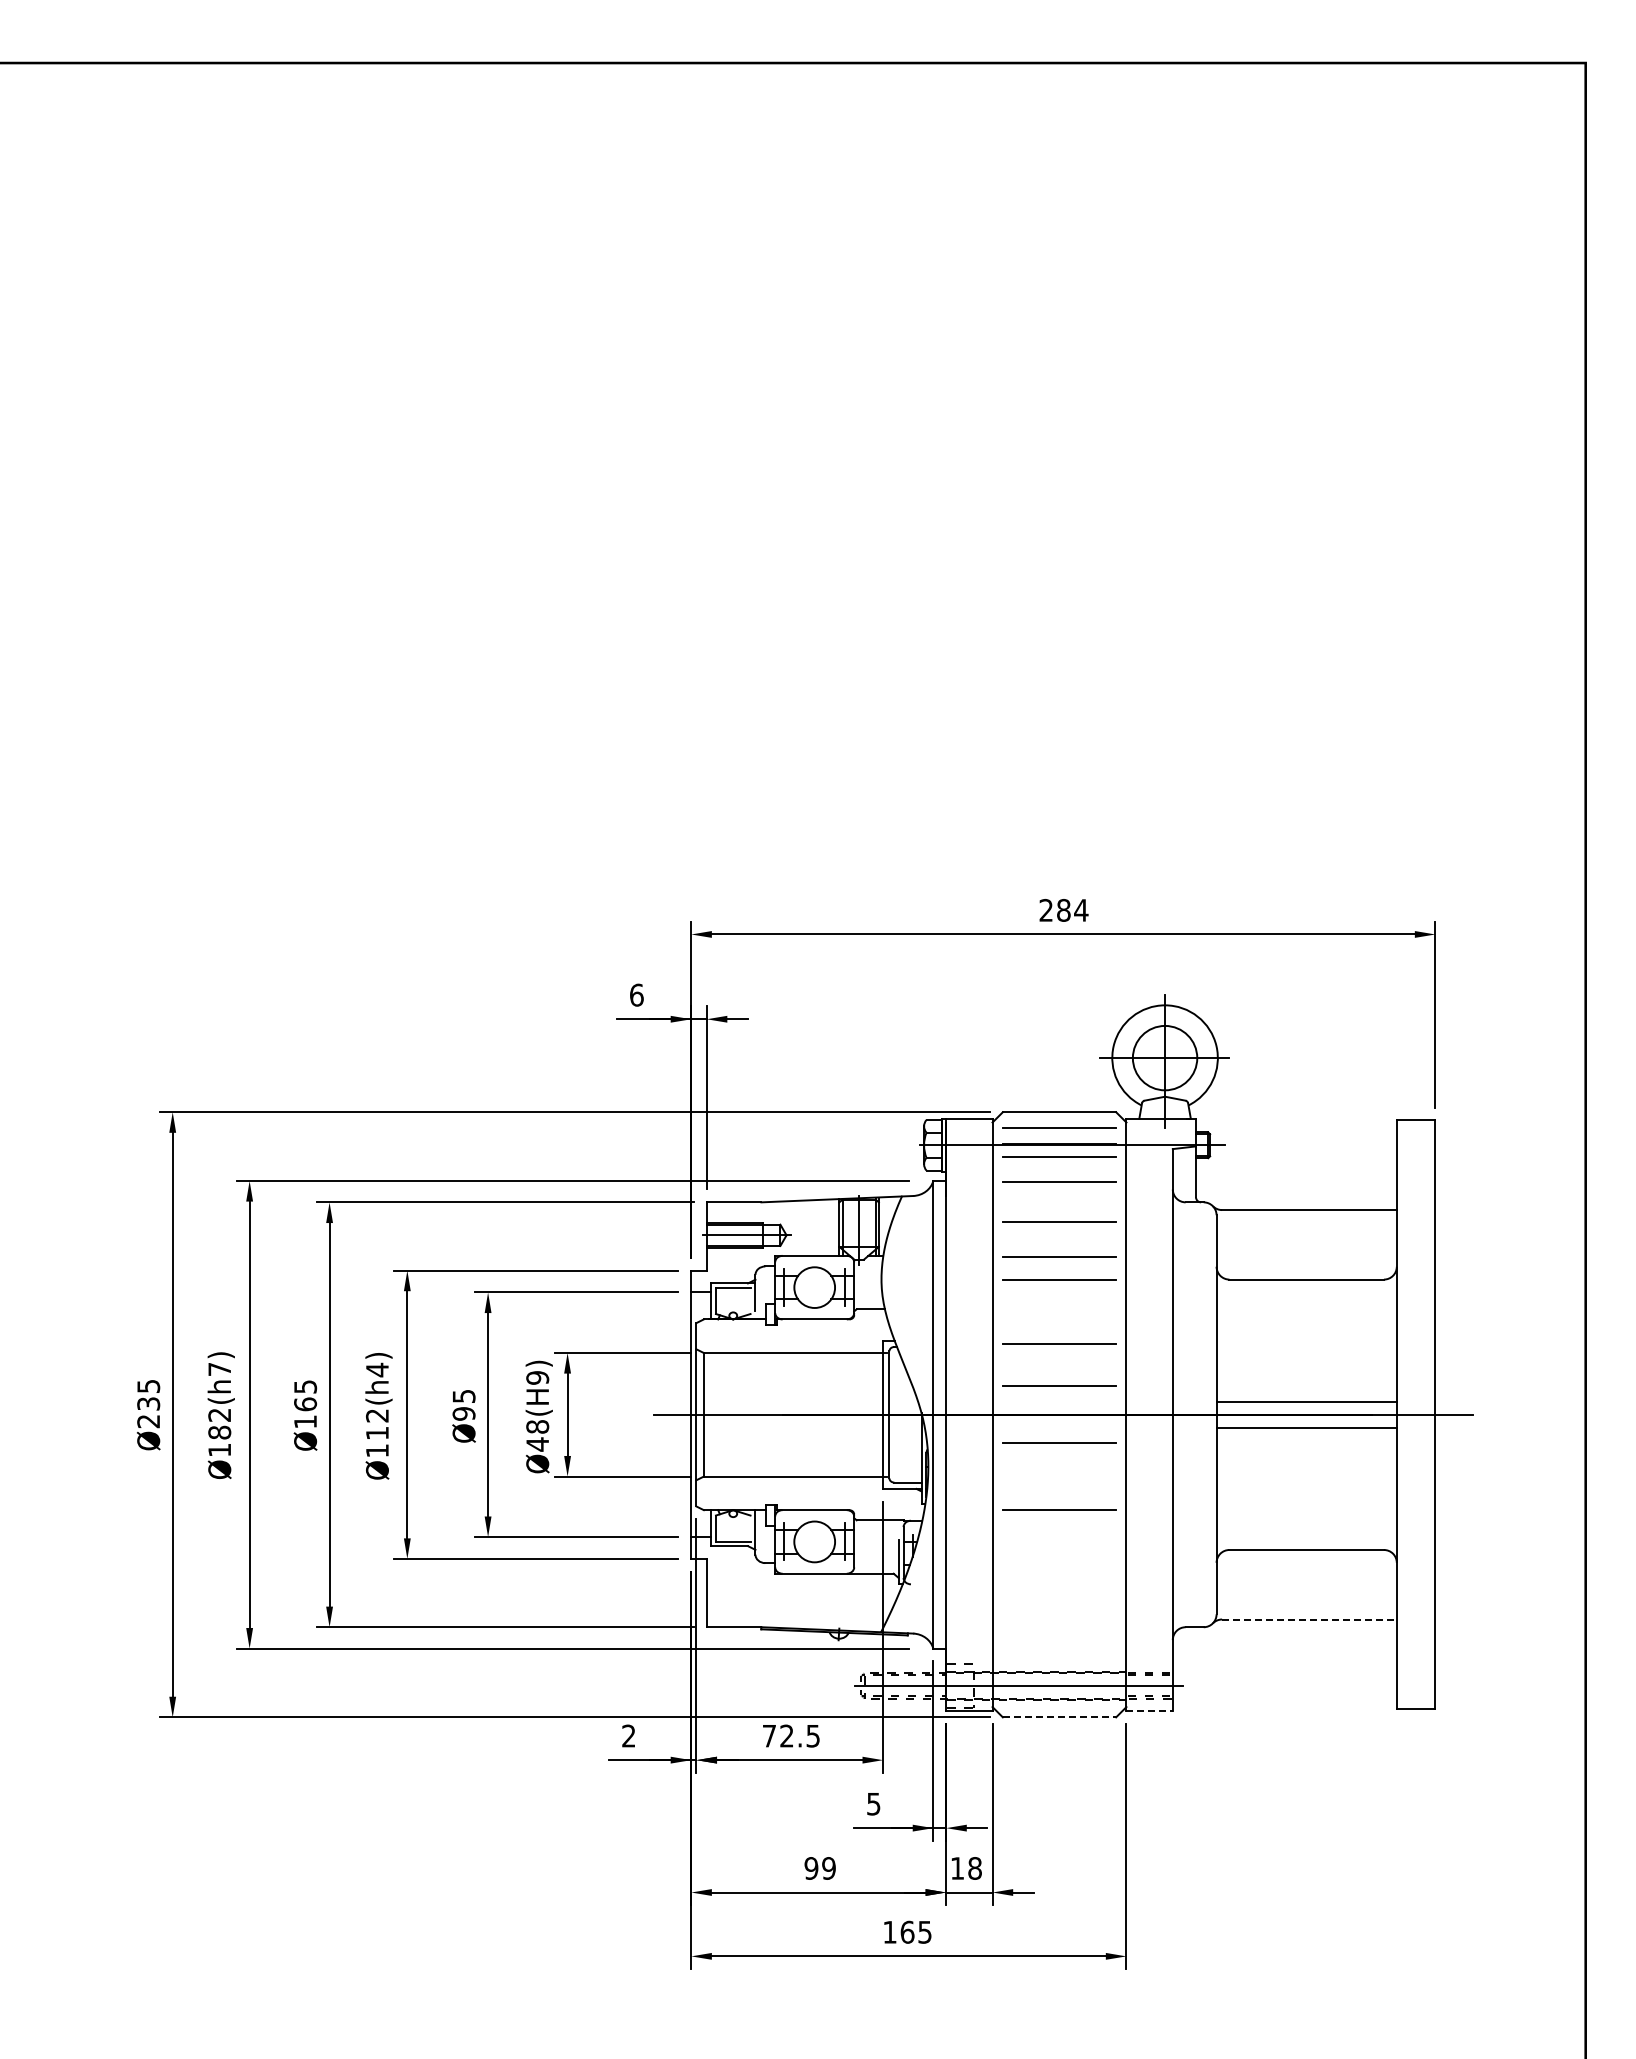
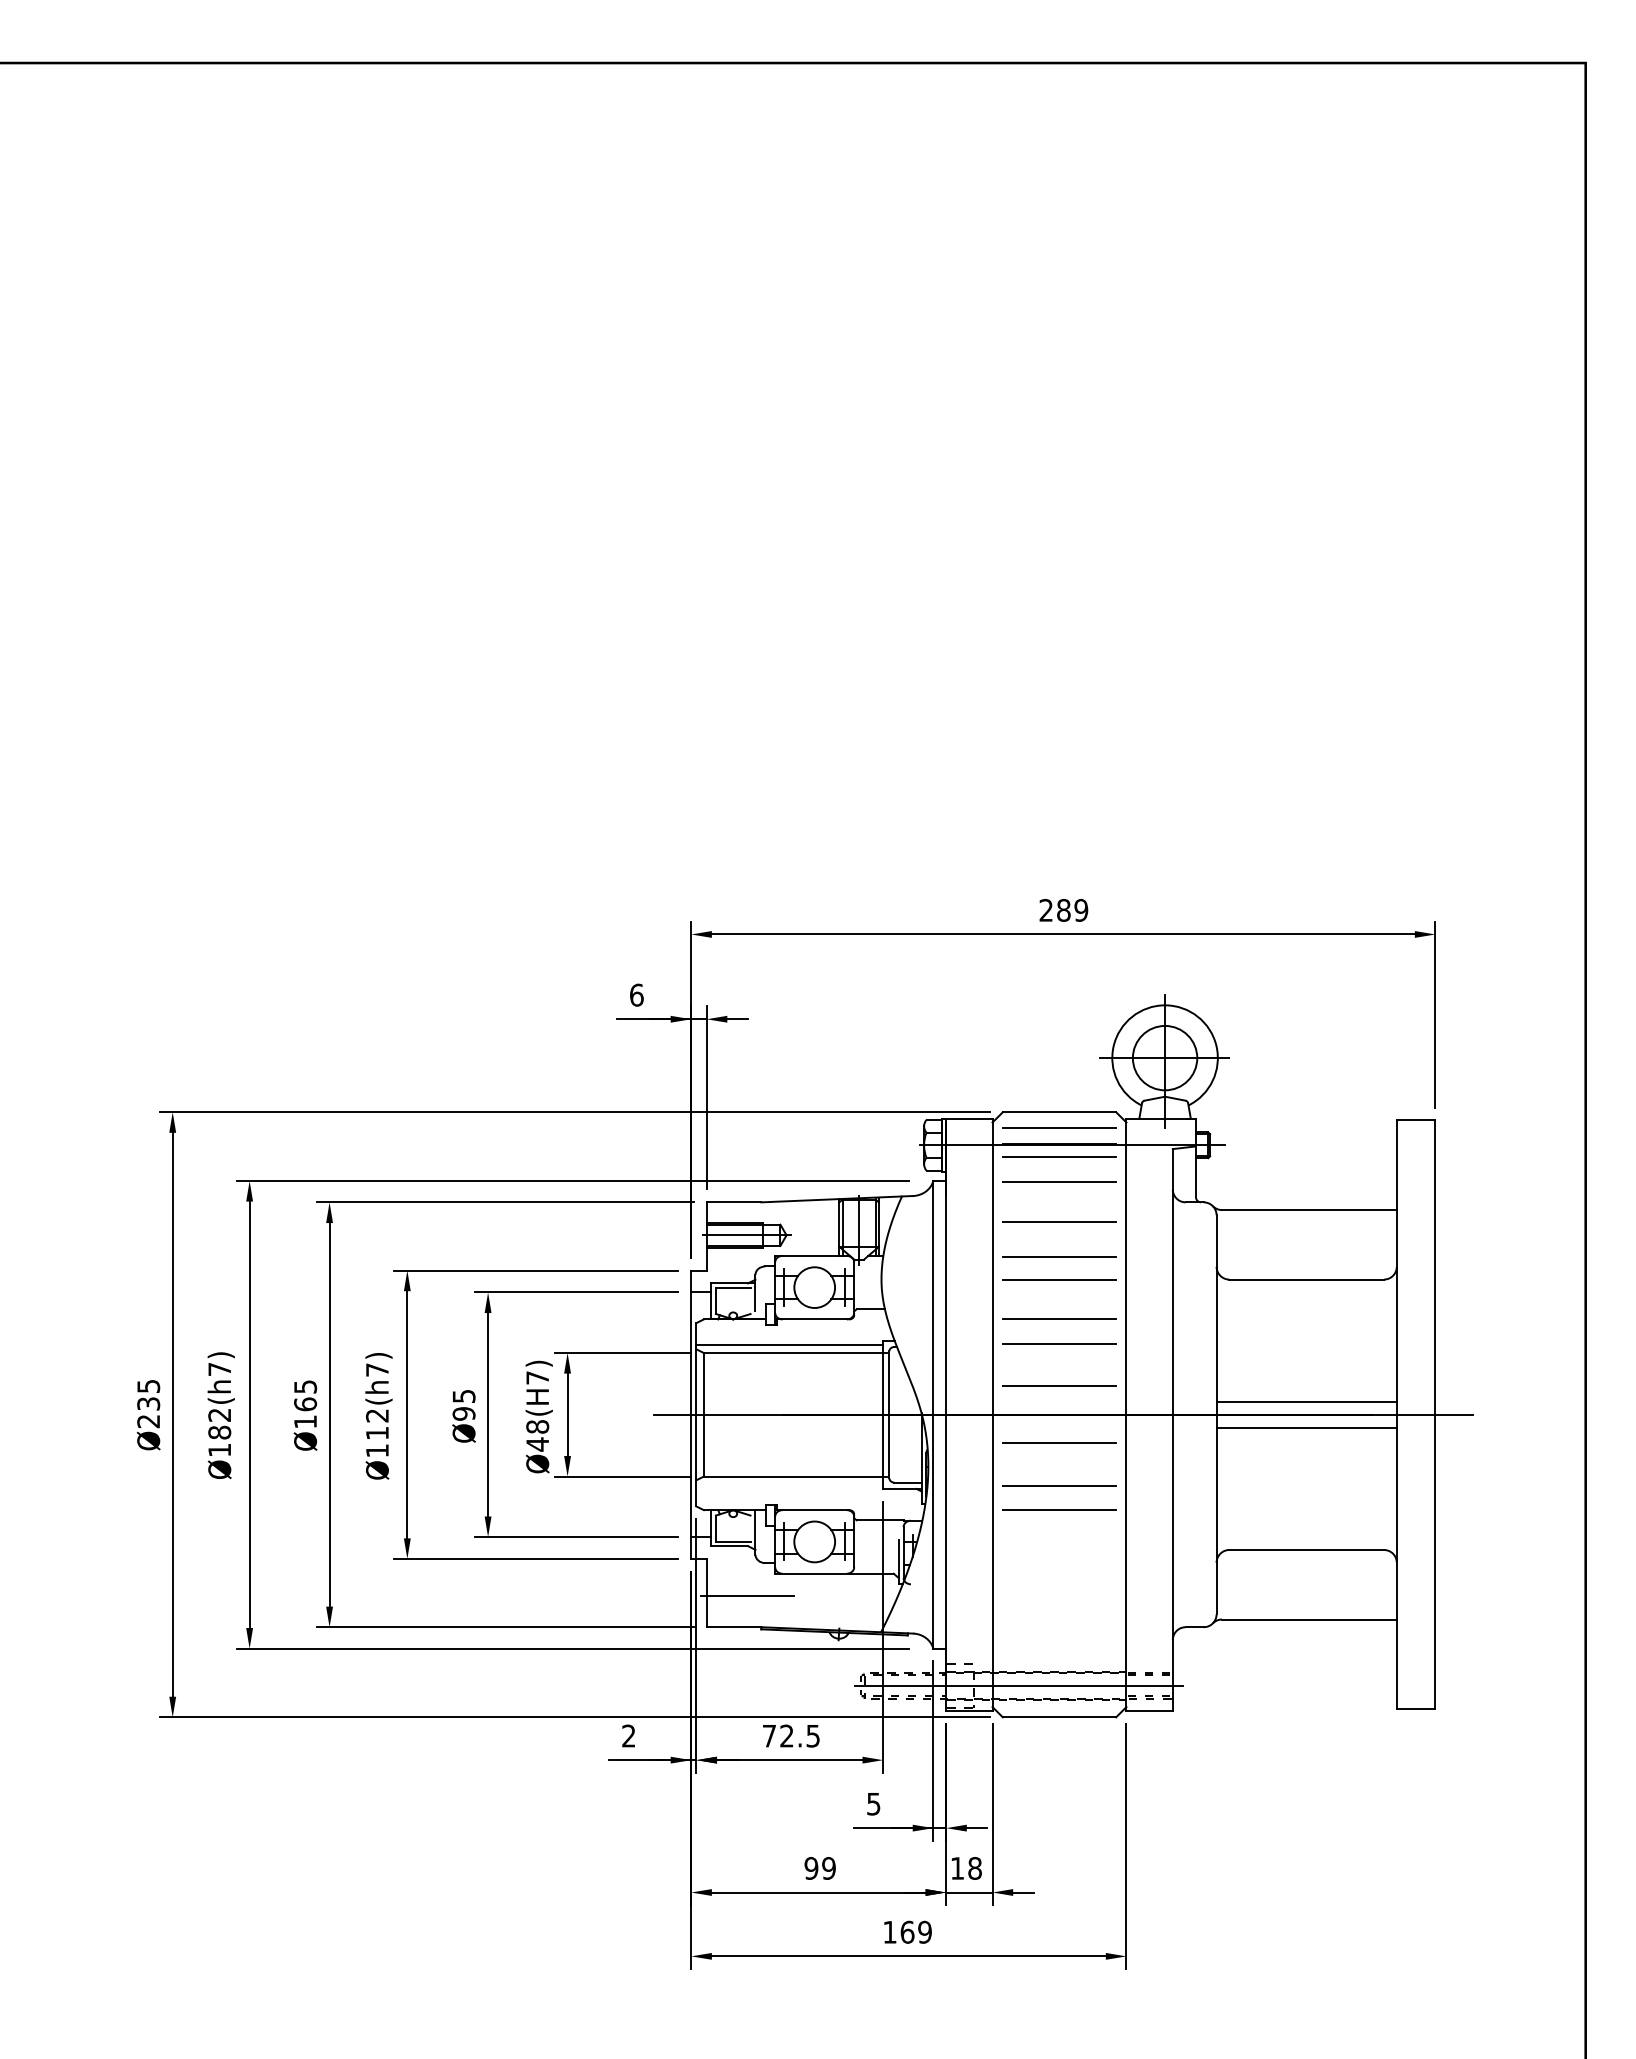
text at (1081, 910): 284 -> 289
line at (1059, 1319): none -> present
line at (789, 1344): none -> present
text at (377, 1369): 112(h4) -> 112(h7)
text at (537, 1377): 48(H9) -> 48(H7)
line at (1059, 1485): none -> present
line at (747, 1595): none -> present
line at (1309, 1619): dashed -> solid
line at (1150, 1710): dashed -> solid
line at (1059, 1717): dashed -> solid
text at (924, 1931): 165 -> 169
